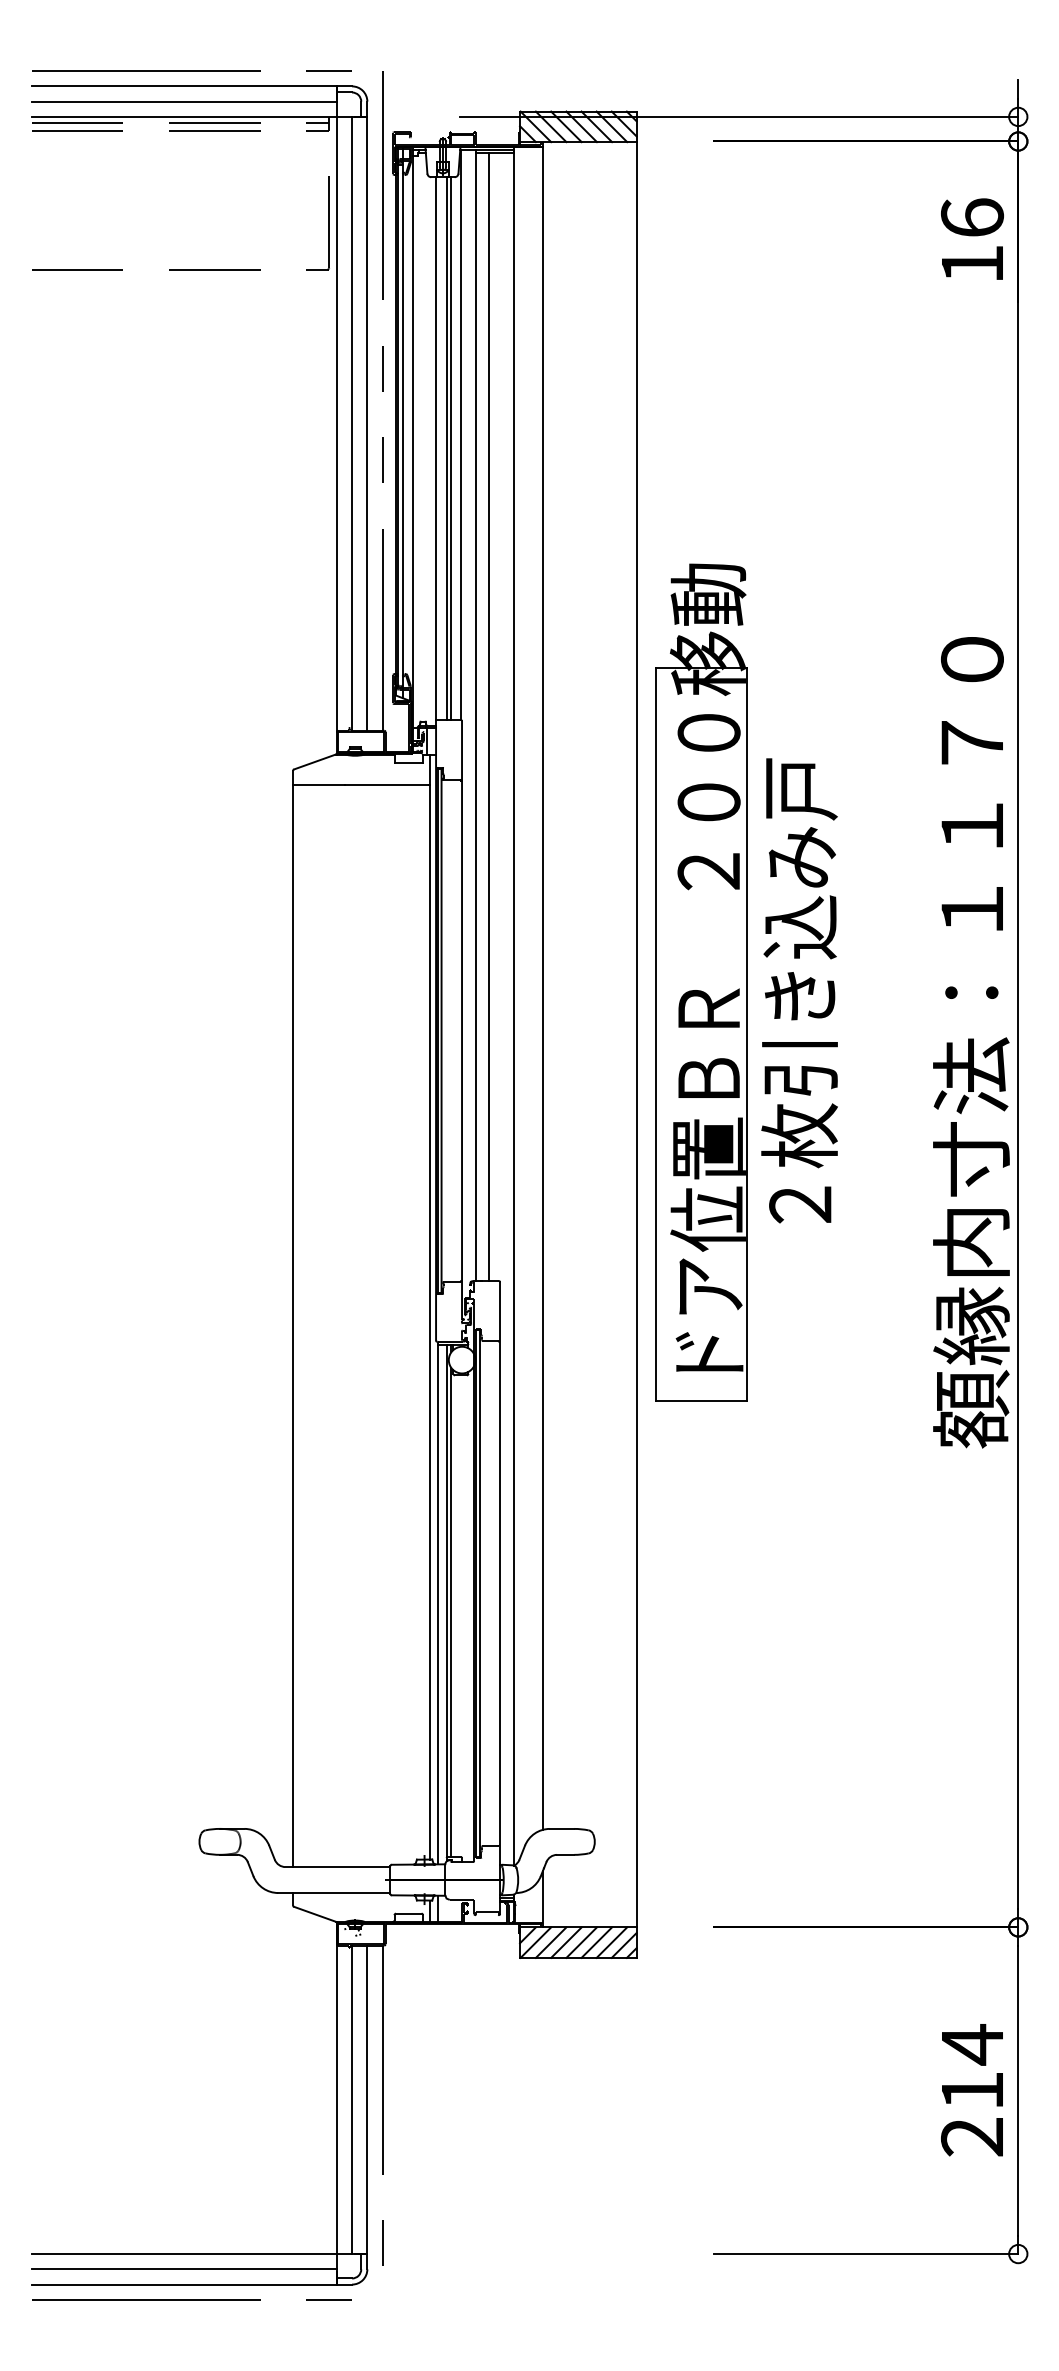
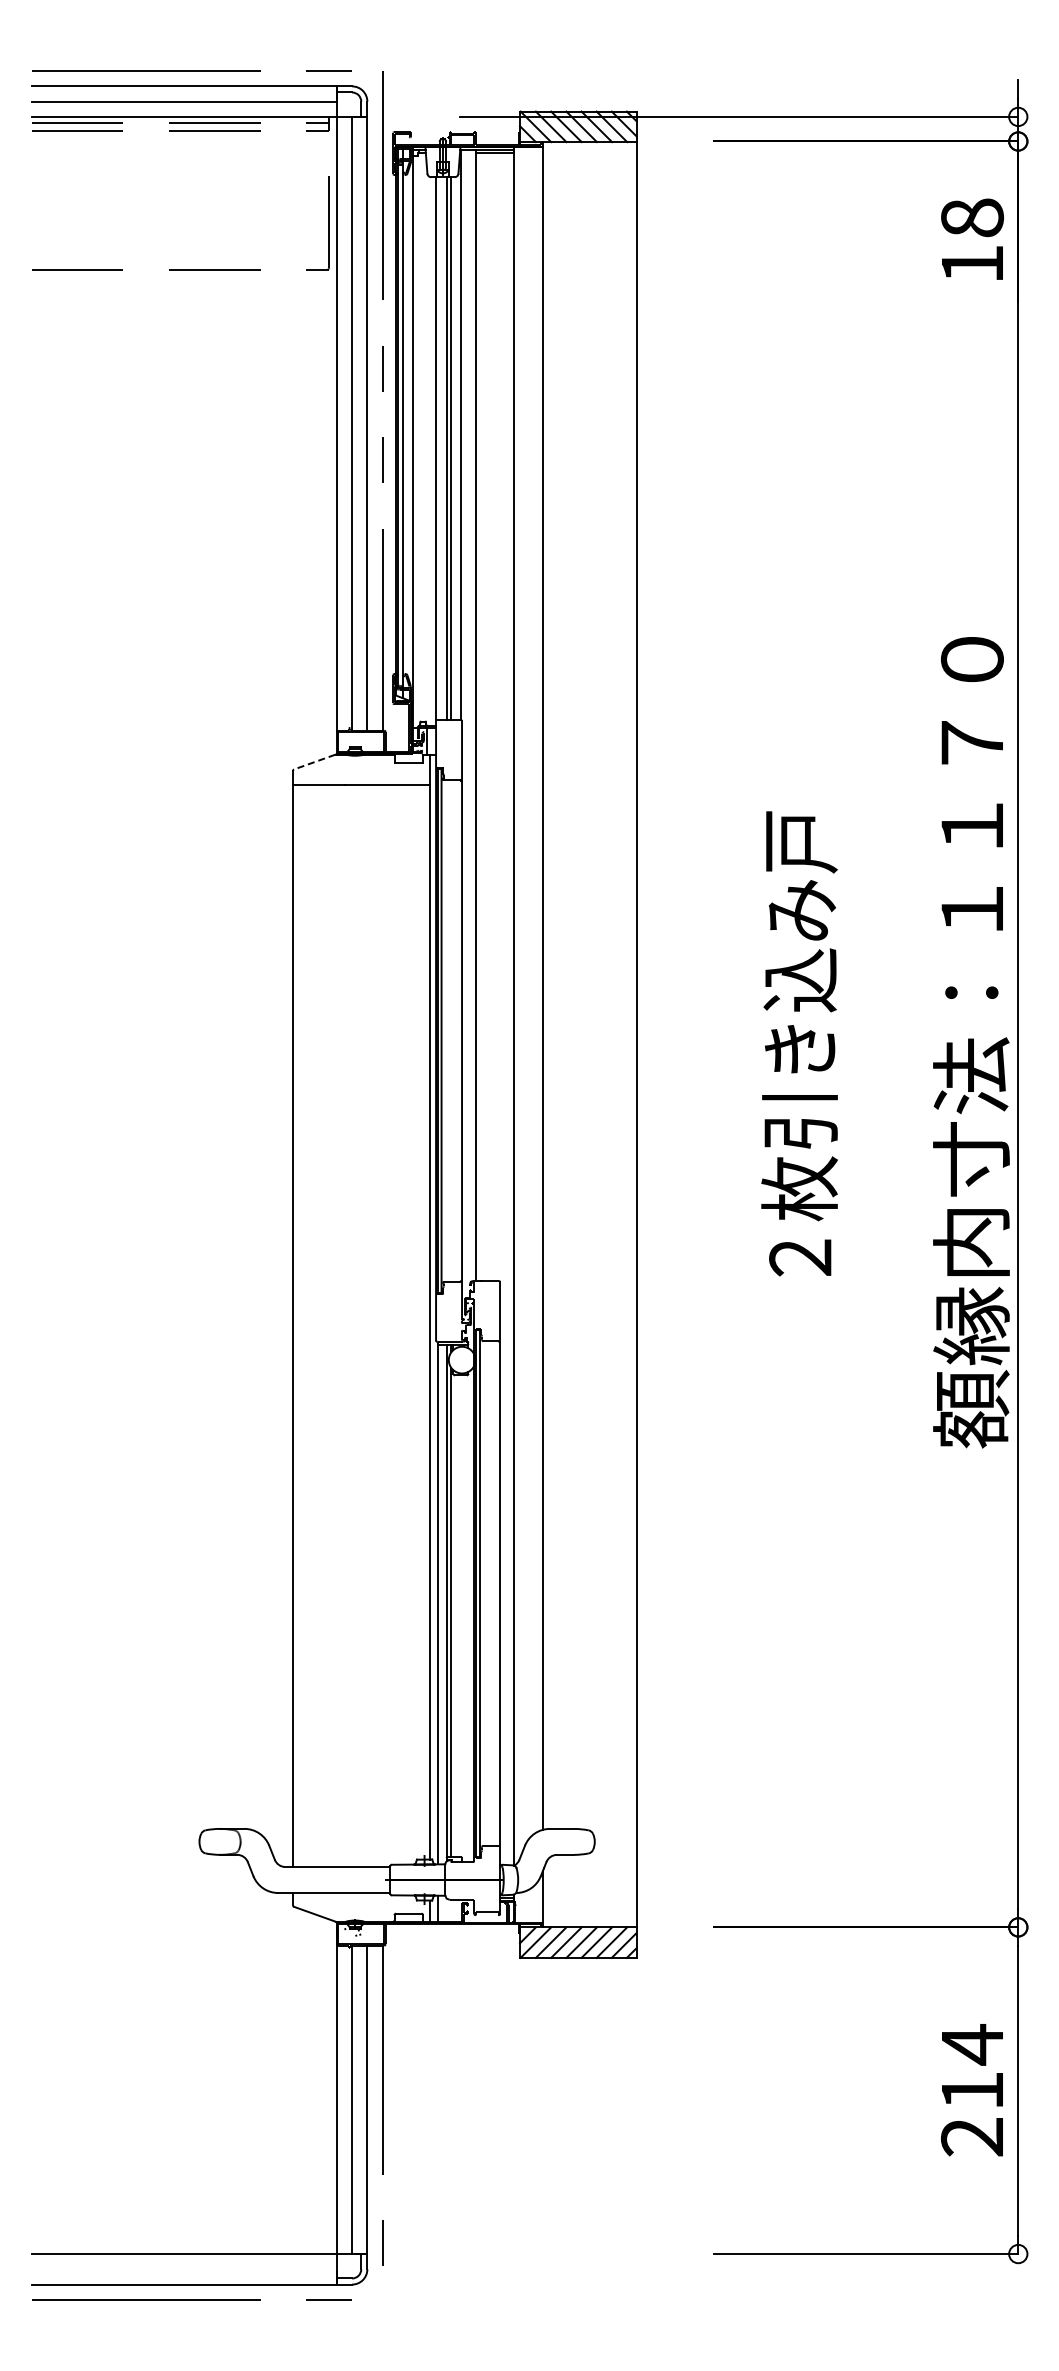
text at (972, 217): 16 -> 18
line at (489, 716): present -> none
line at (314, 762): solid -> dashed
part at (701, 982): present -> none
text at (799, 990) position: (799, 990) -> (799, 1043)
line at (183, 2269): present -> none
